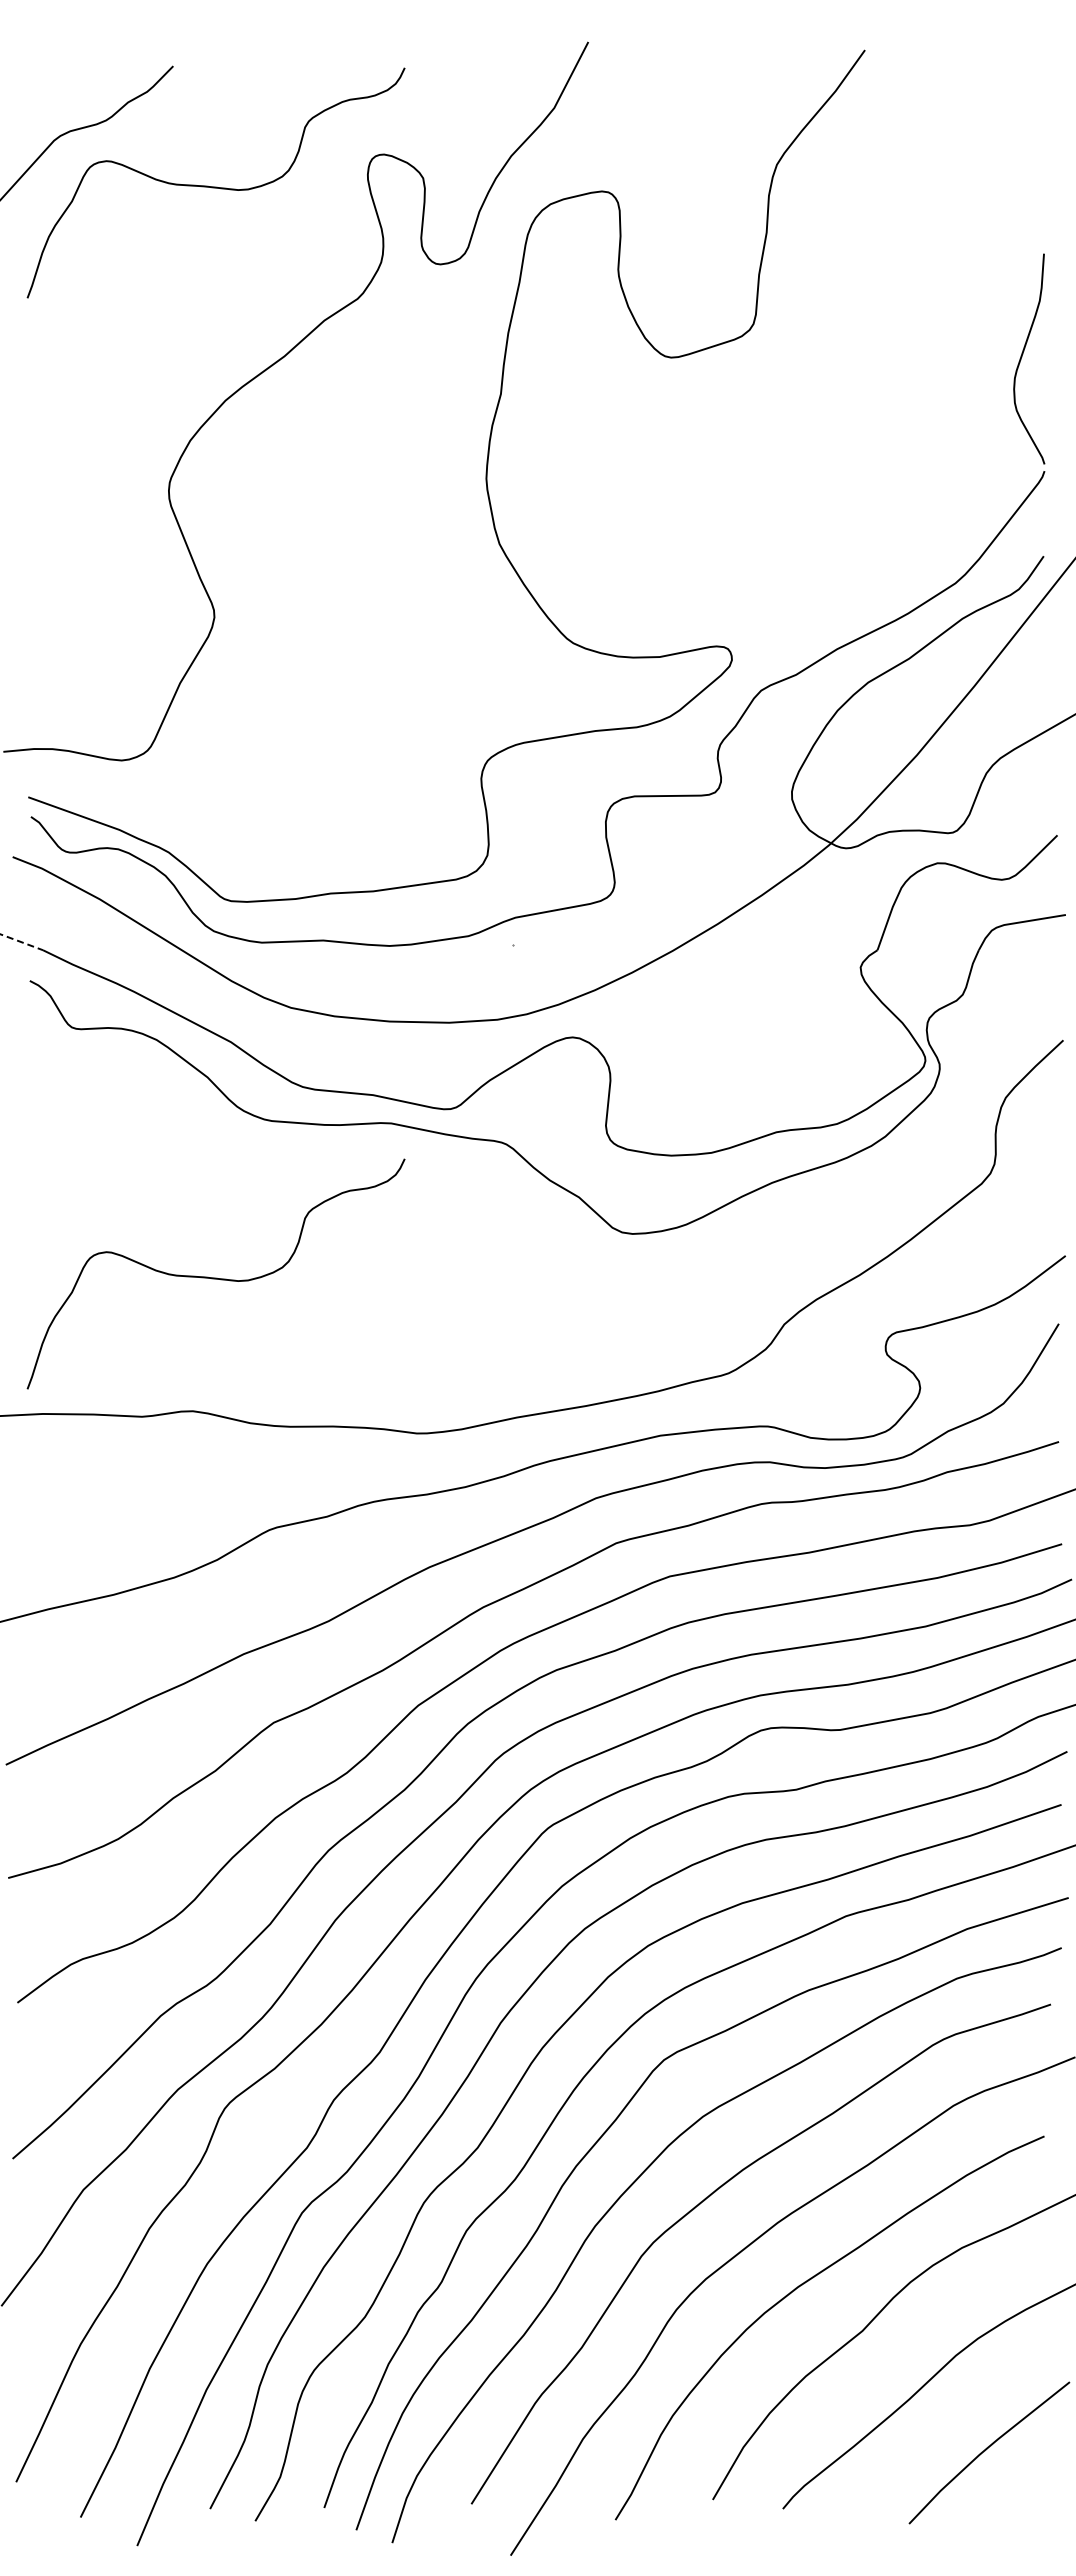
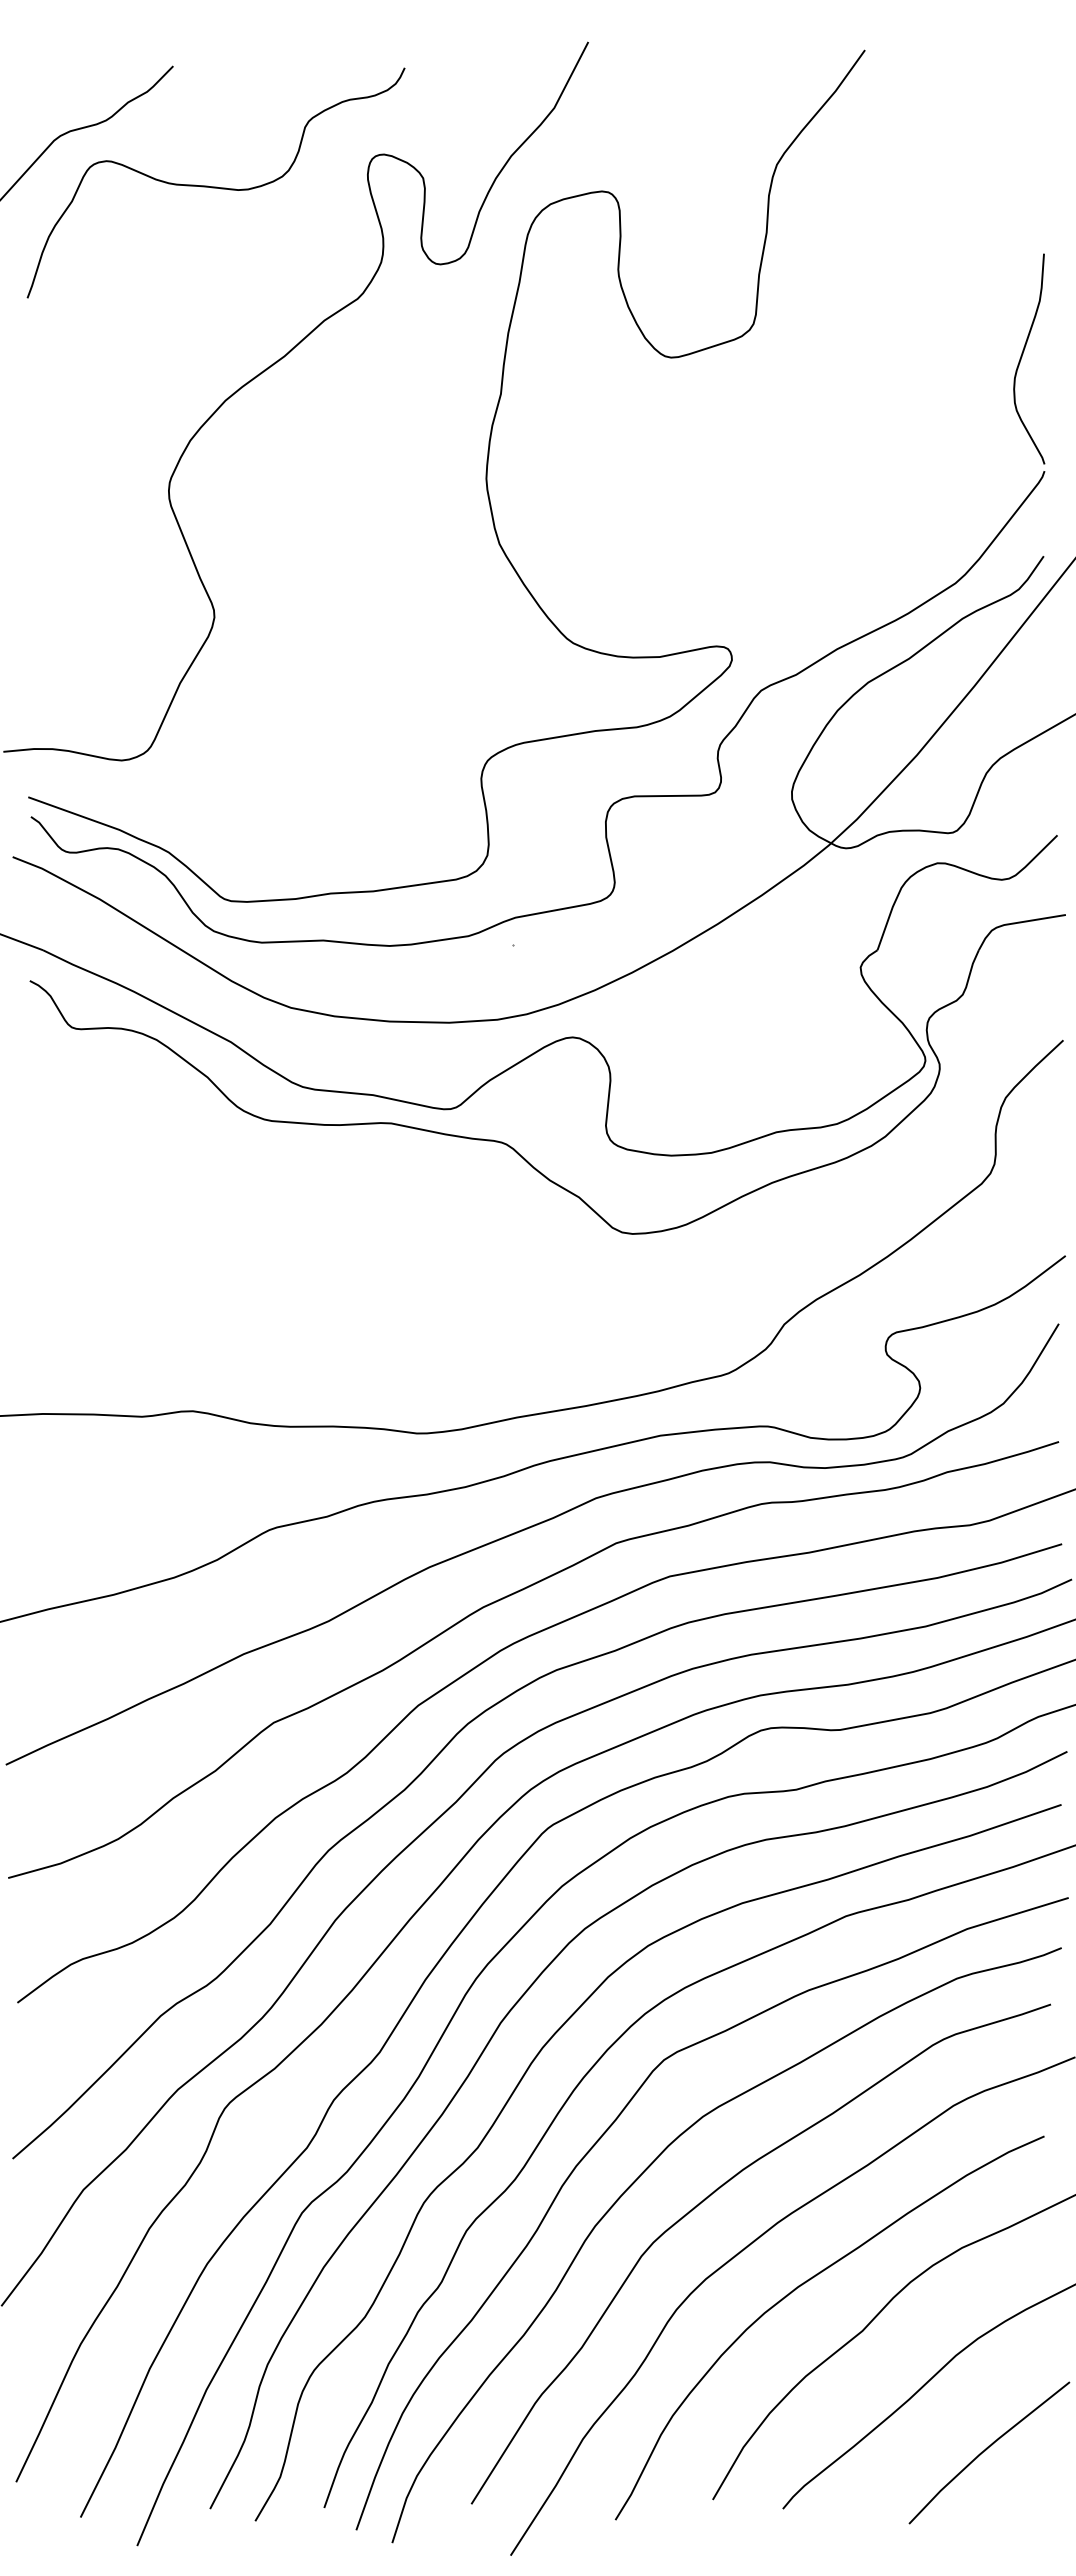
line at (21, 942): dashed -> solid
curve at (215, 1277): present -> none
